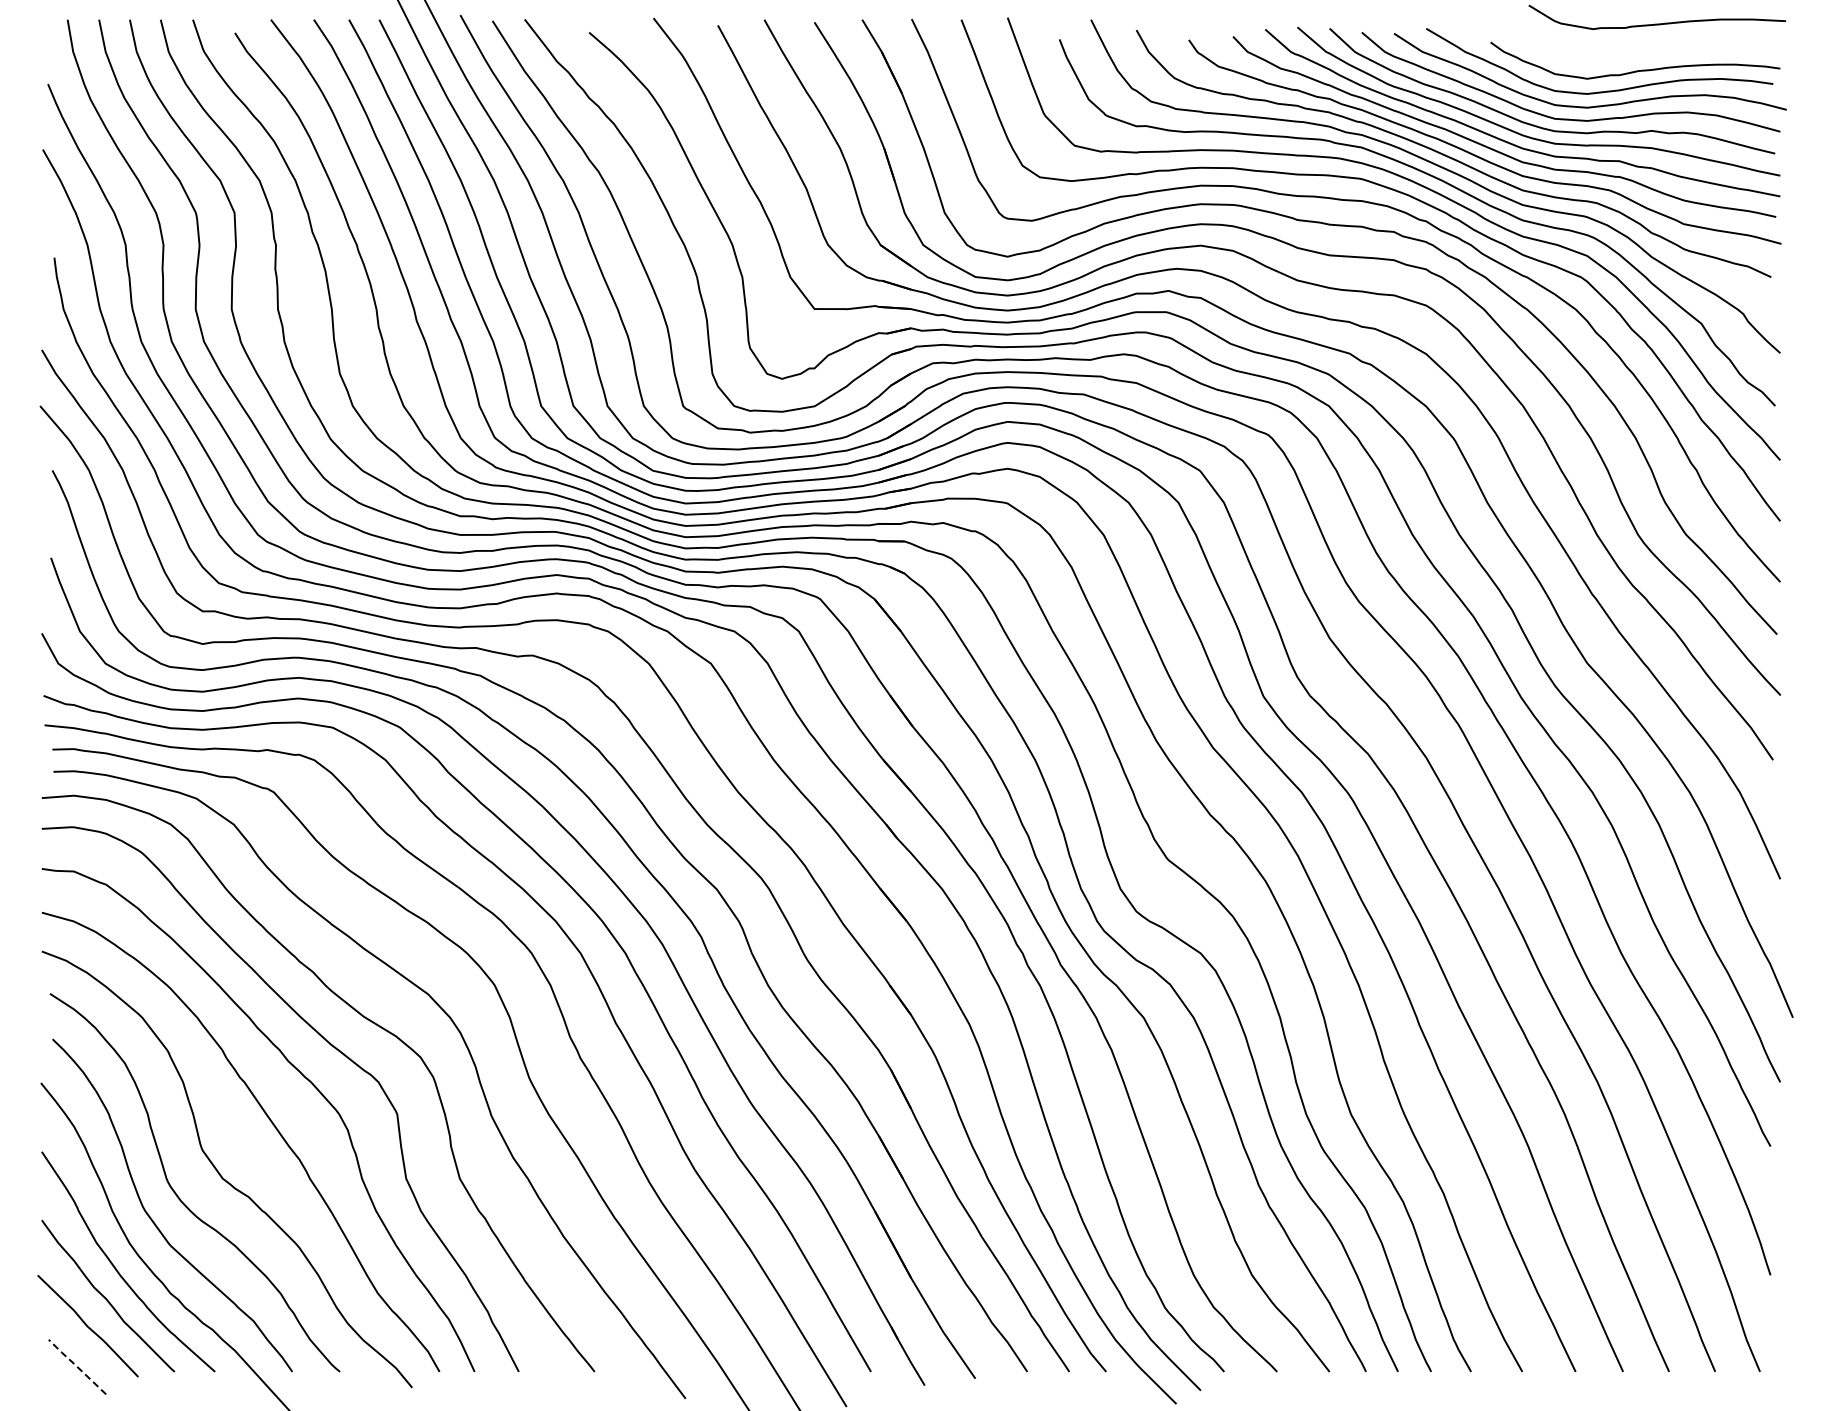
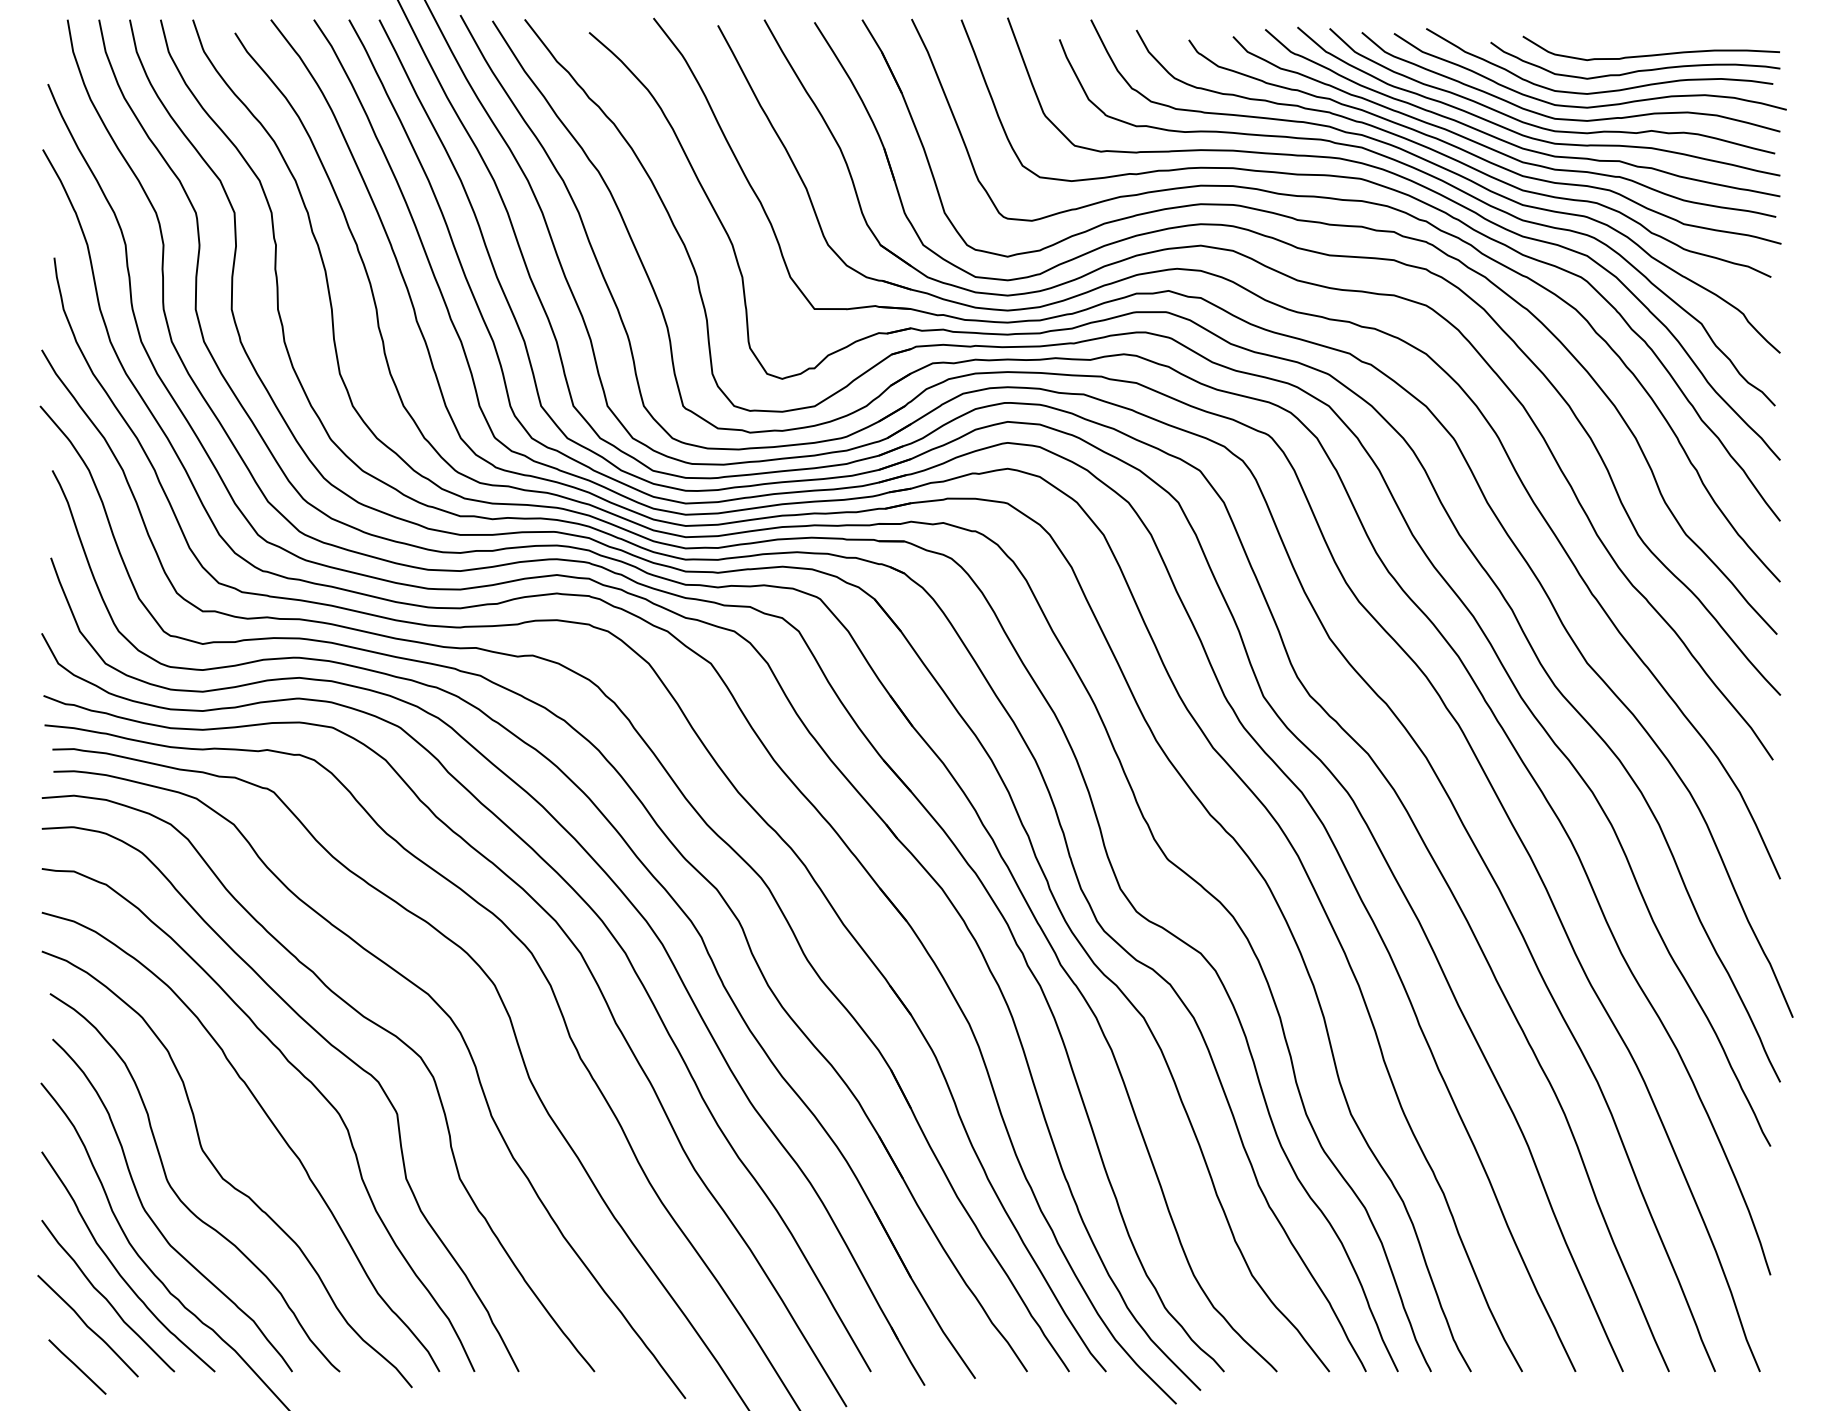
curve at (1656, 23) position: (1656, 23) -> (1650, 54)
line at (76, 1365): dashed -> solid
